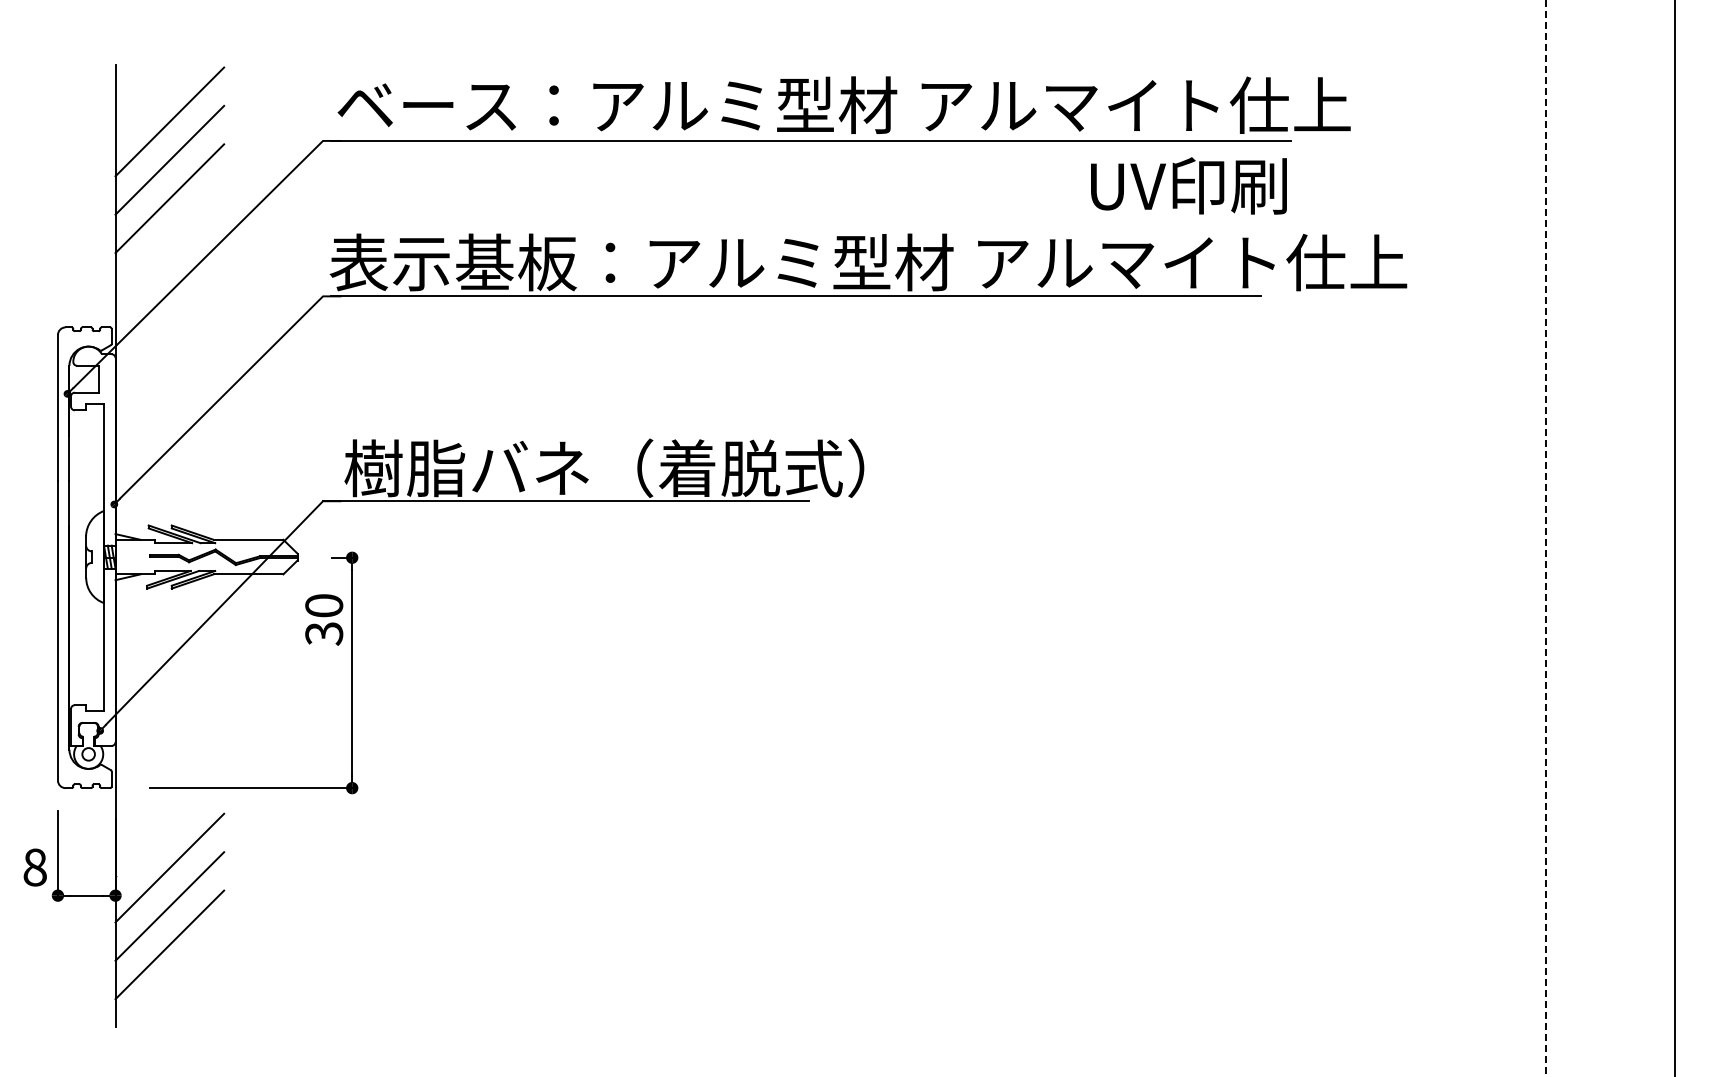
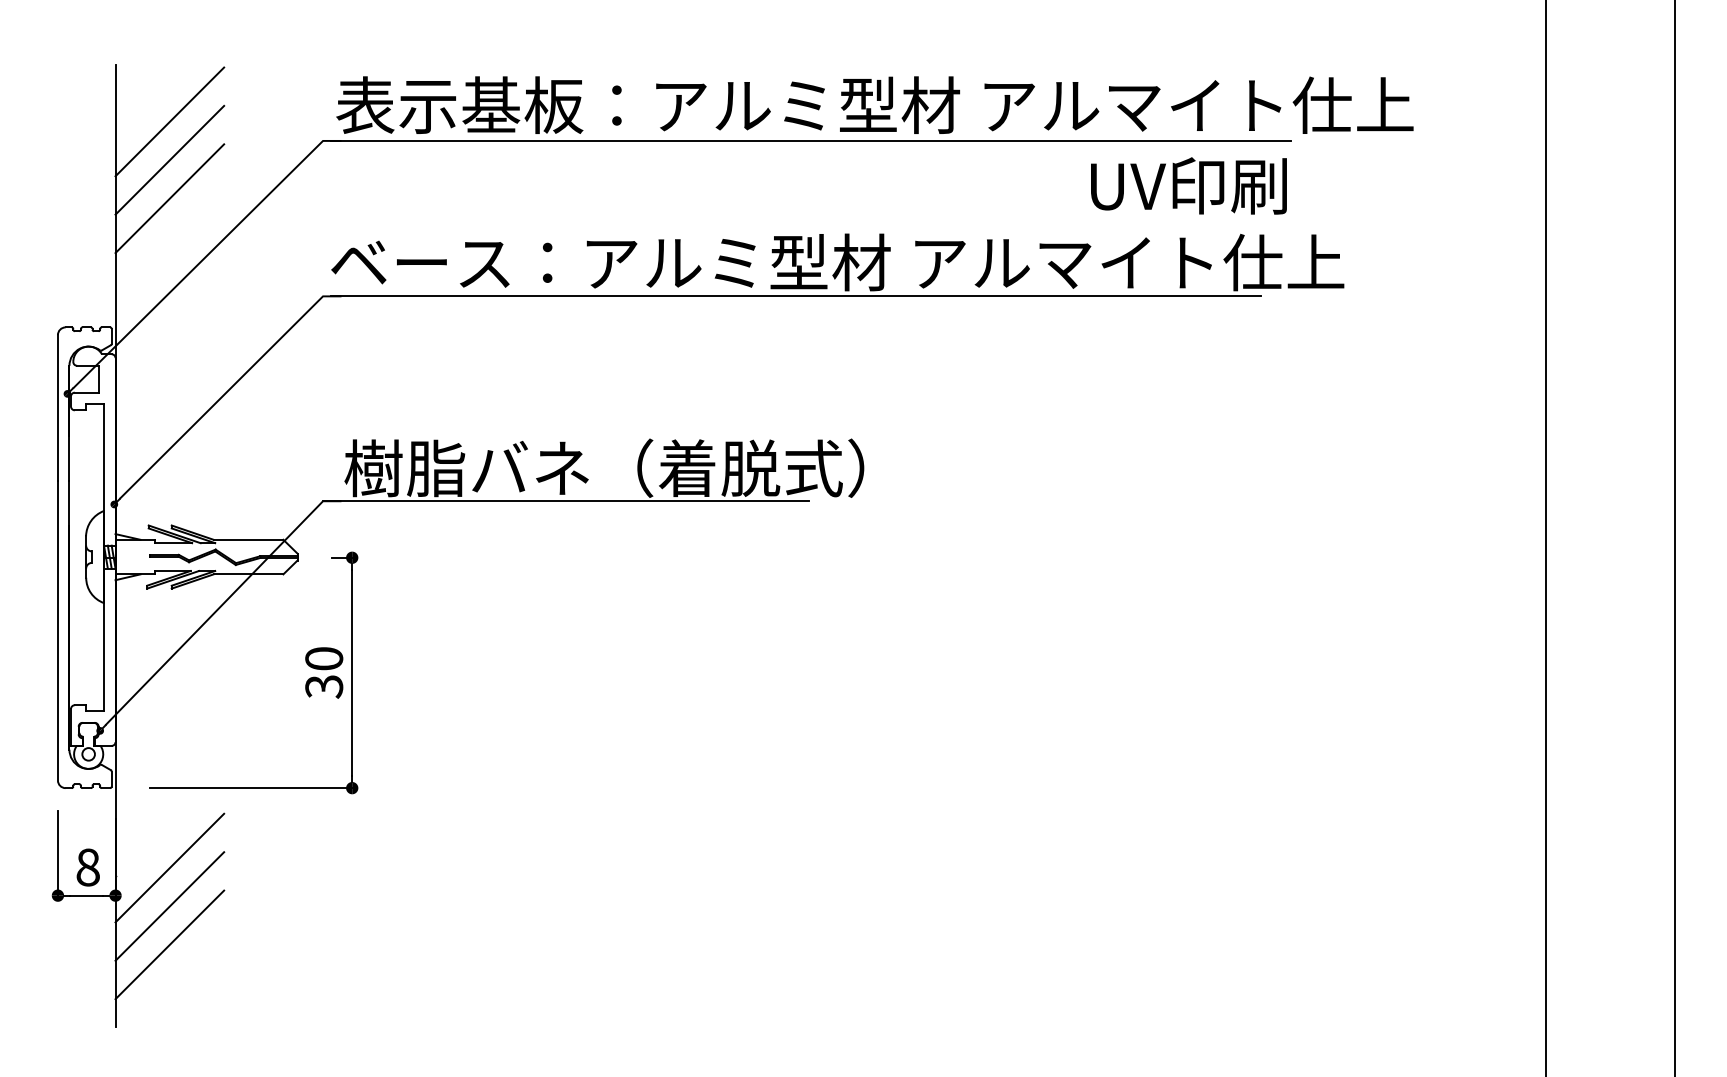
text at (874, 104): ベース：アルミ型材 アルマイト仕上 -> 表示基板：アルミ型材 アルマイト仕上
text at (868, 262): 表示基板：アルミ型材 アルマイト仕上 -> ベース：アルミ型材 アルマイト仕上
line at (1546, 538): dashed -> solid
text at (324, 619) position: (324, 619) -> (324, 672)
text at (34, 867) position: (34, 867) -> (87, 867)
